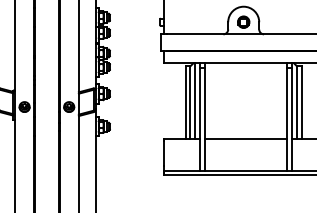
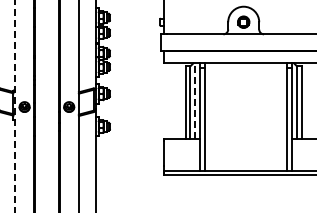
line at (195, 101): solid -> dashed
line at (14, 106): solid -> dashed
line at (245, 139): present -> none
